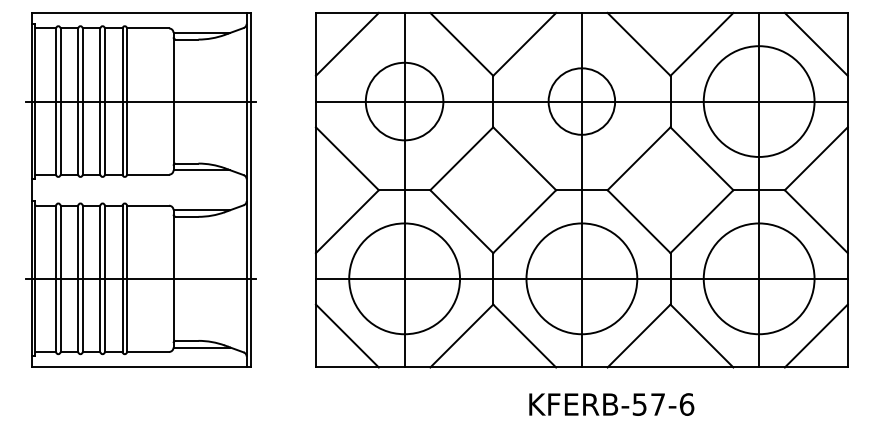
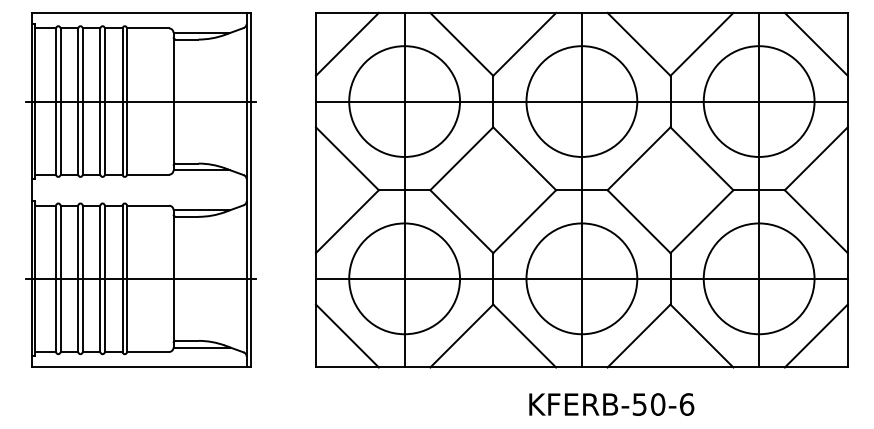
circle at (404, 101) diameter: 78 px -> 111 px
circle at (581, 101) diameter: 66 px -> 111 px
text at (658, 404): KFERB-57-6 -> KFERB-50-6
